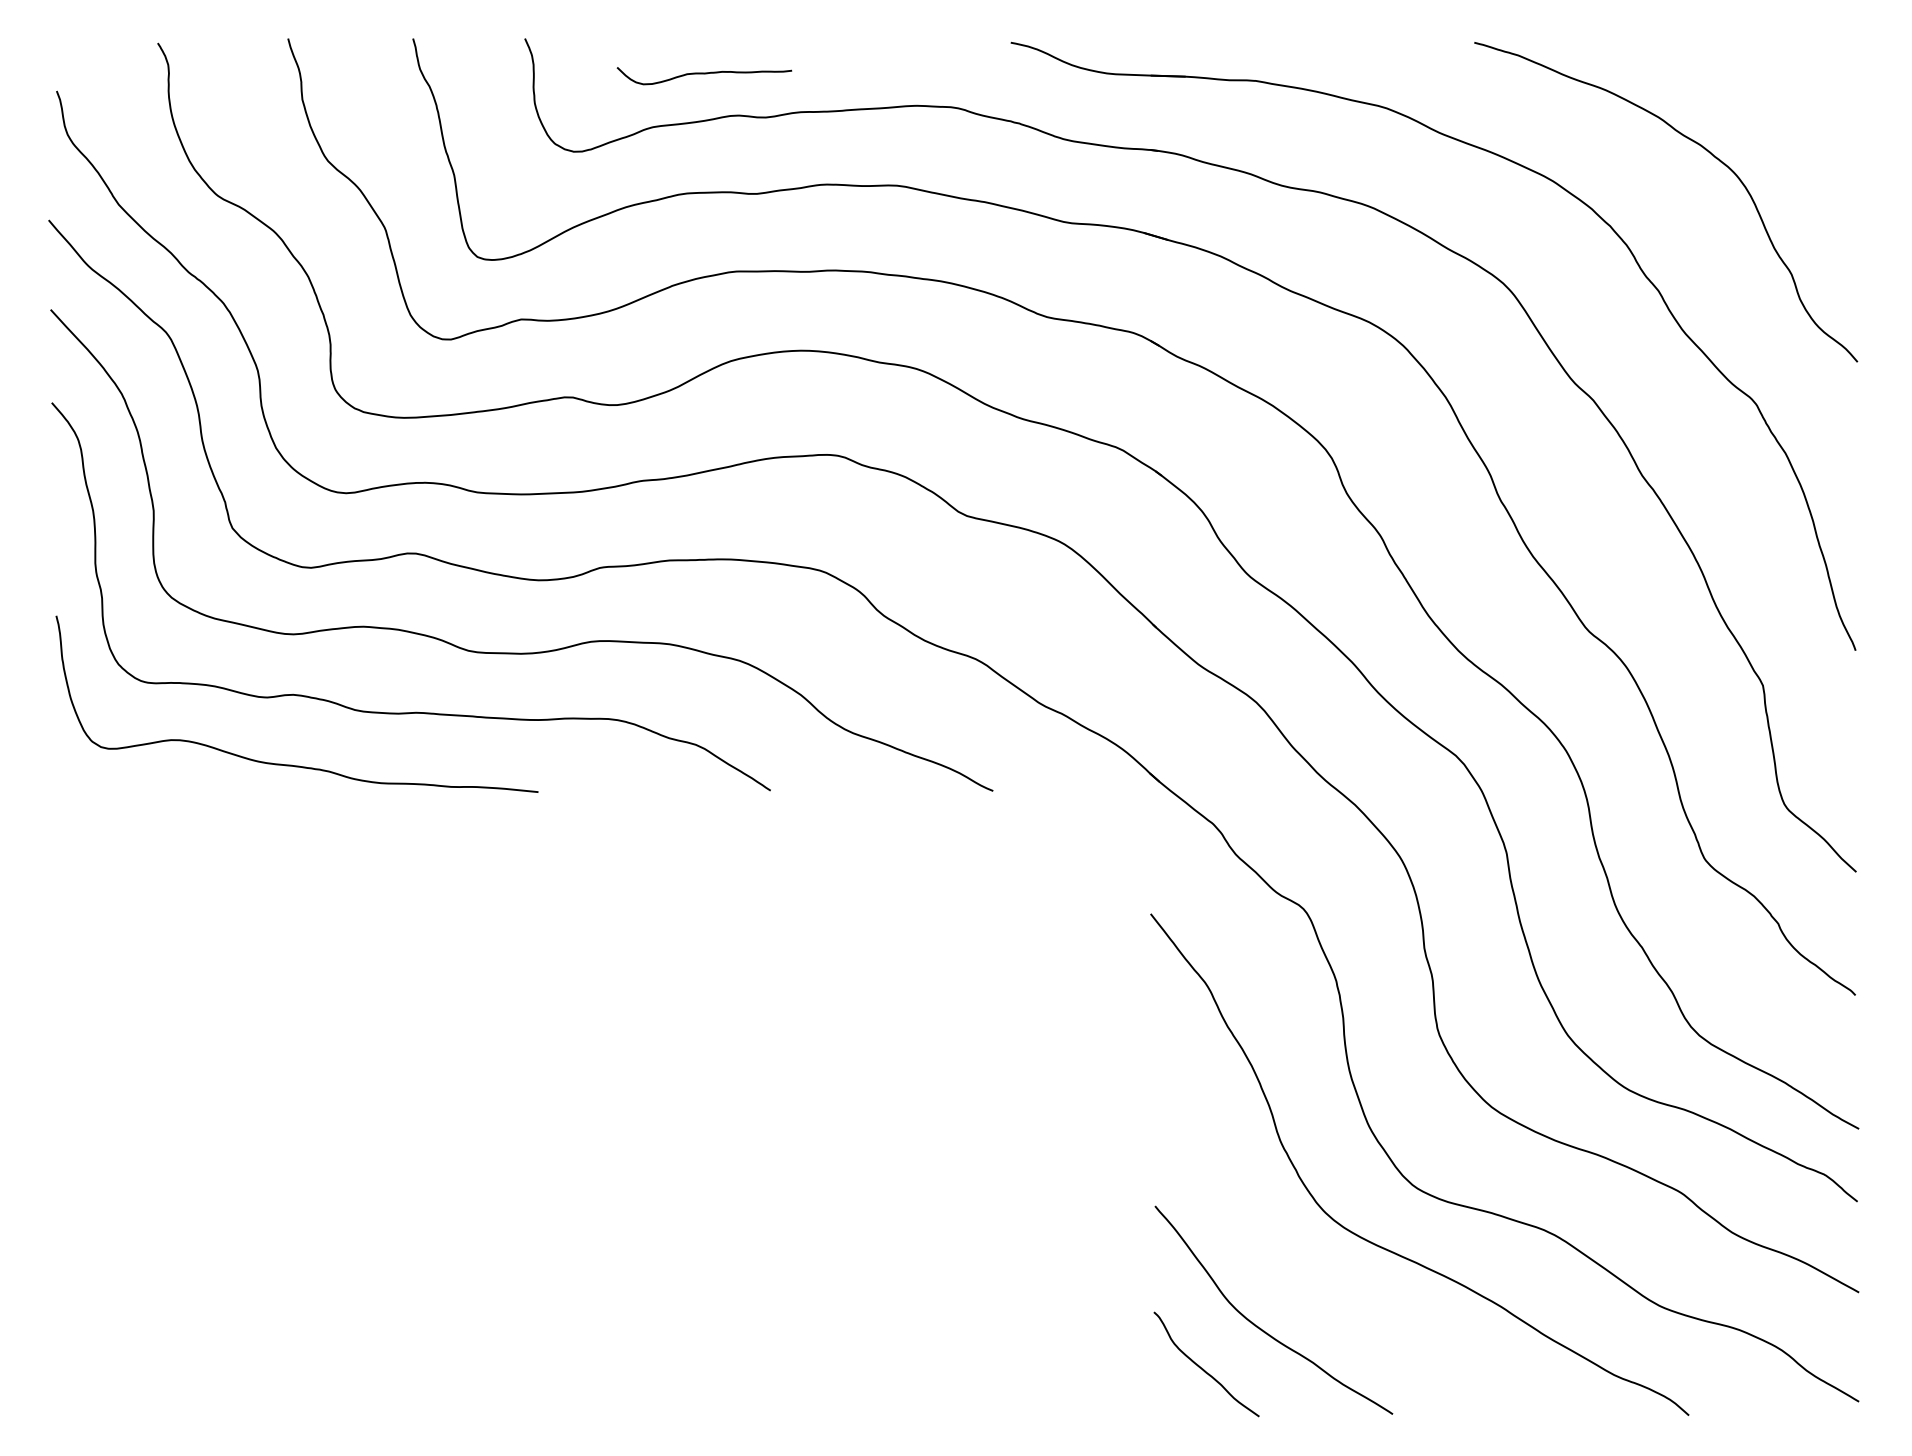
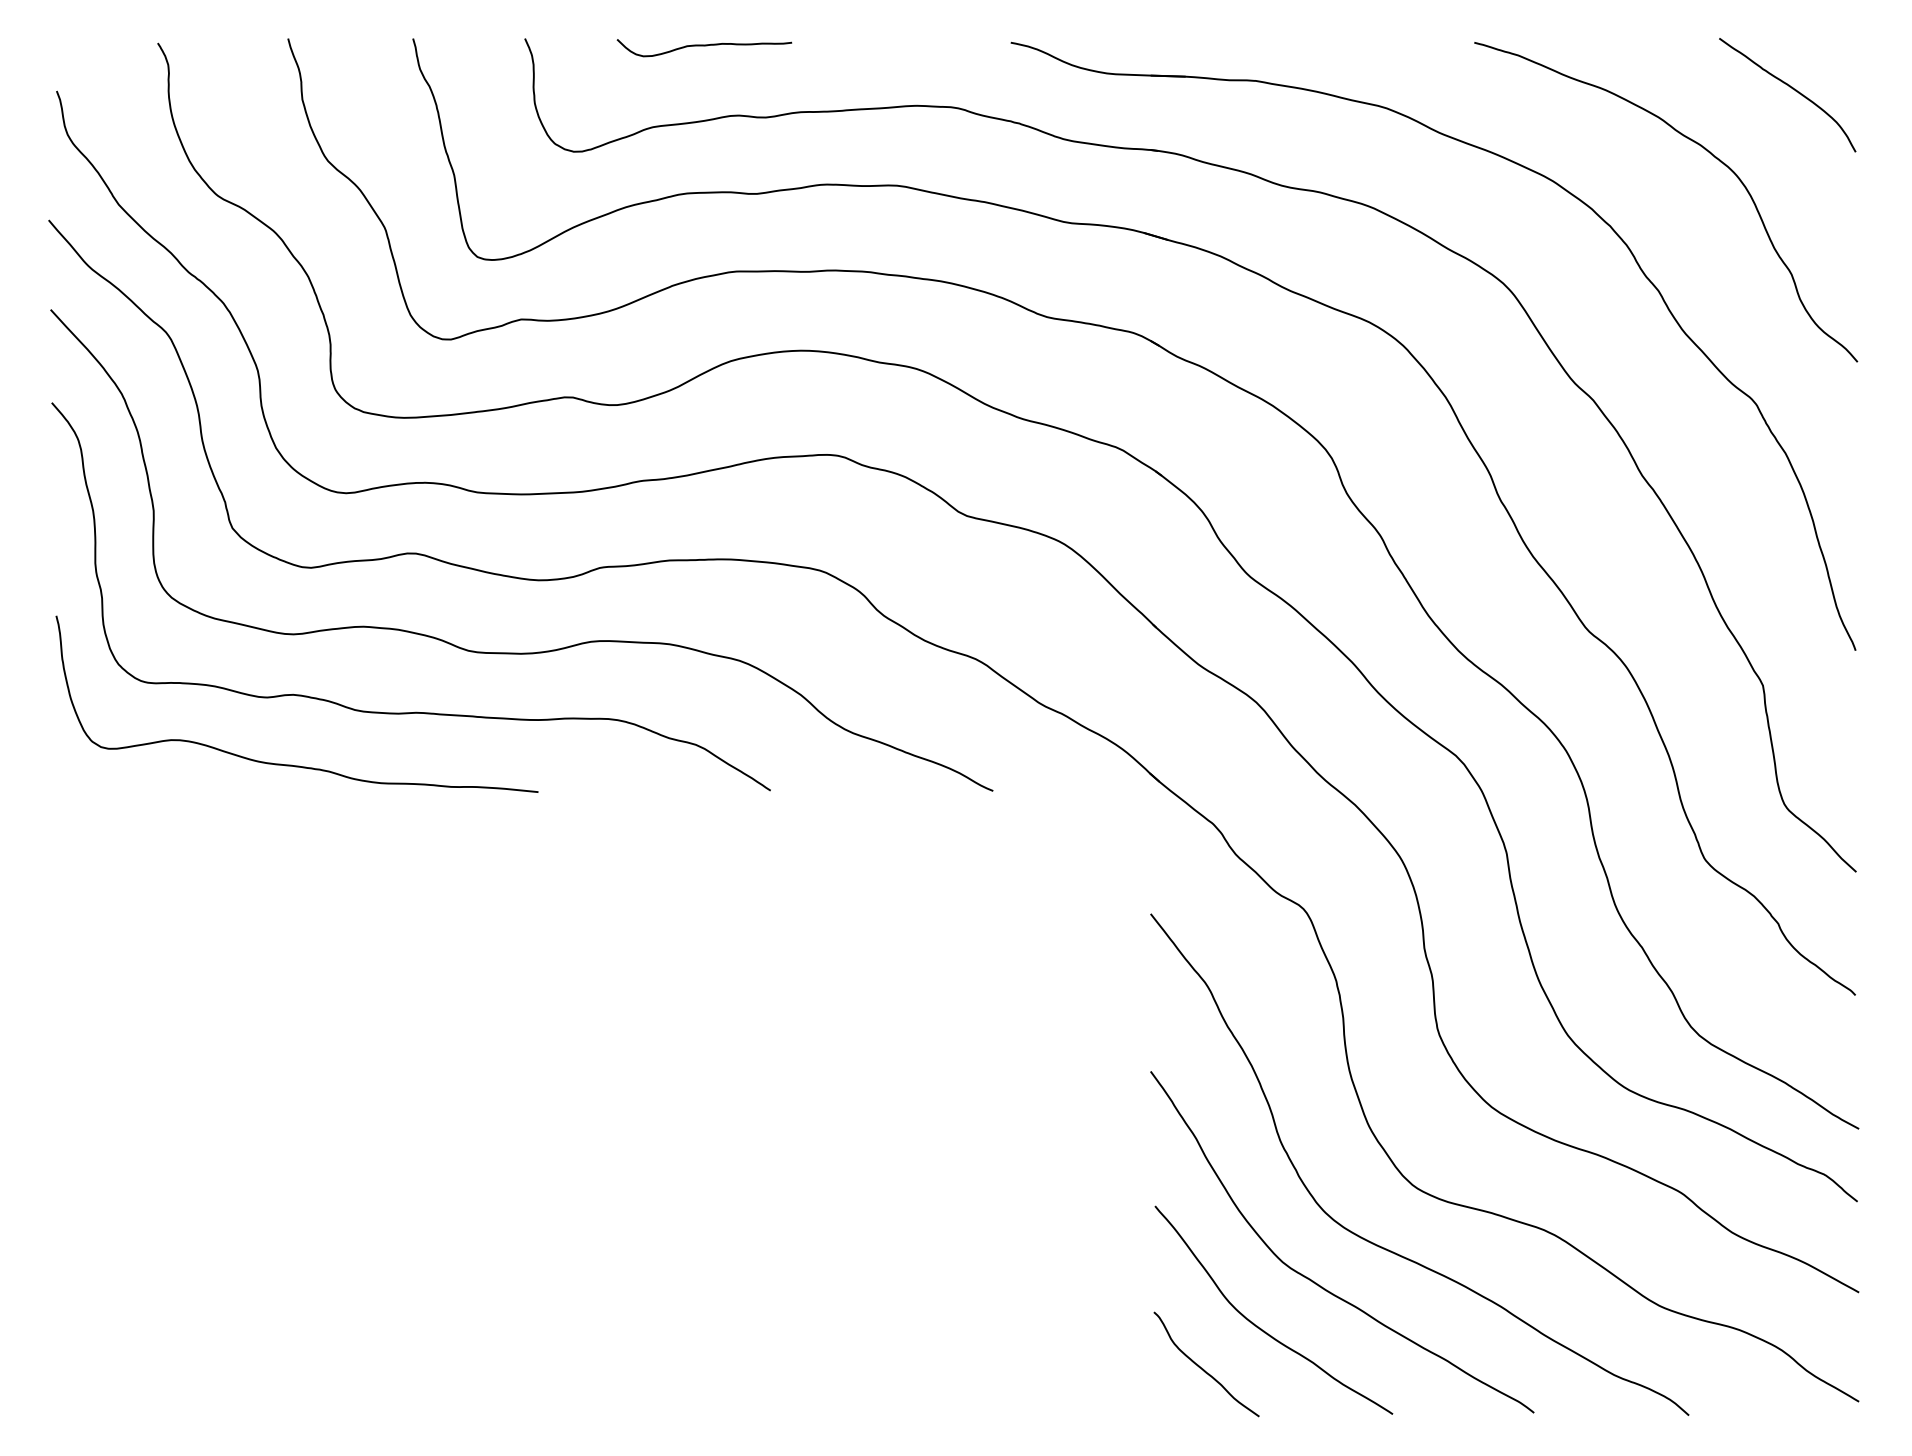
curve at (704, 74) position: (704, 74) -> (704, 46)
curve at (1792, 89): none -> present
curve at (1316, 1282): none -> present
